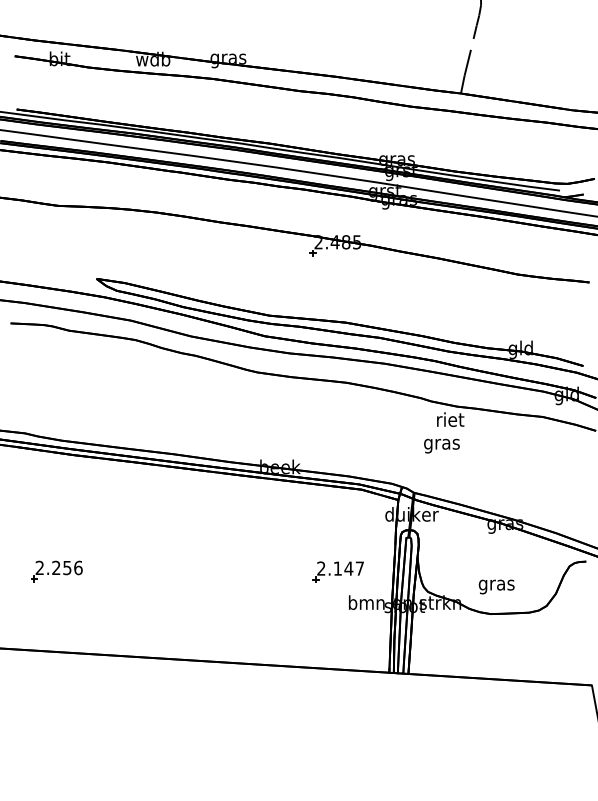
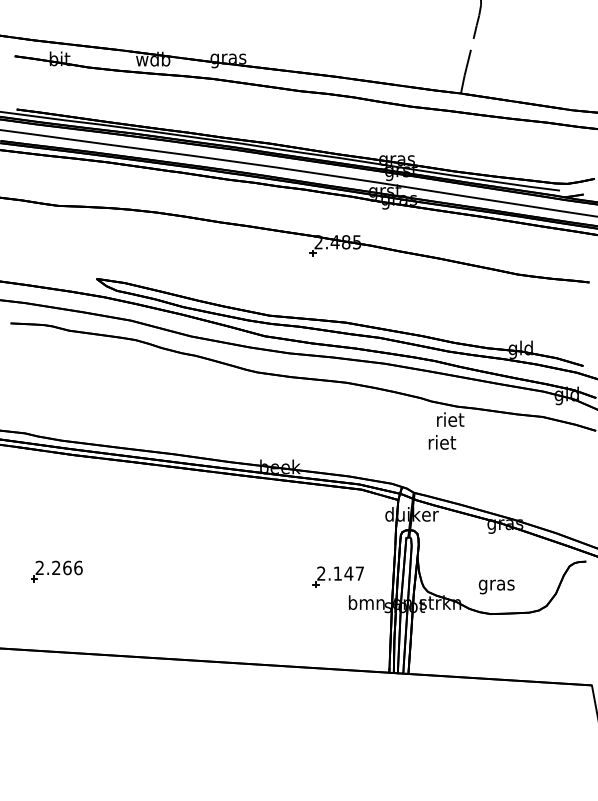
text at (441, 444): gras -> riet
text at (67, 567): 2.256 -> 2.266
part at (337, 571) position: (337, 571) -> (337, 576)
